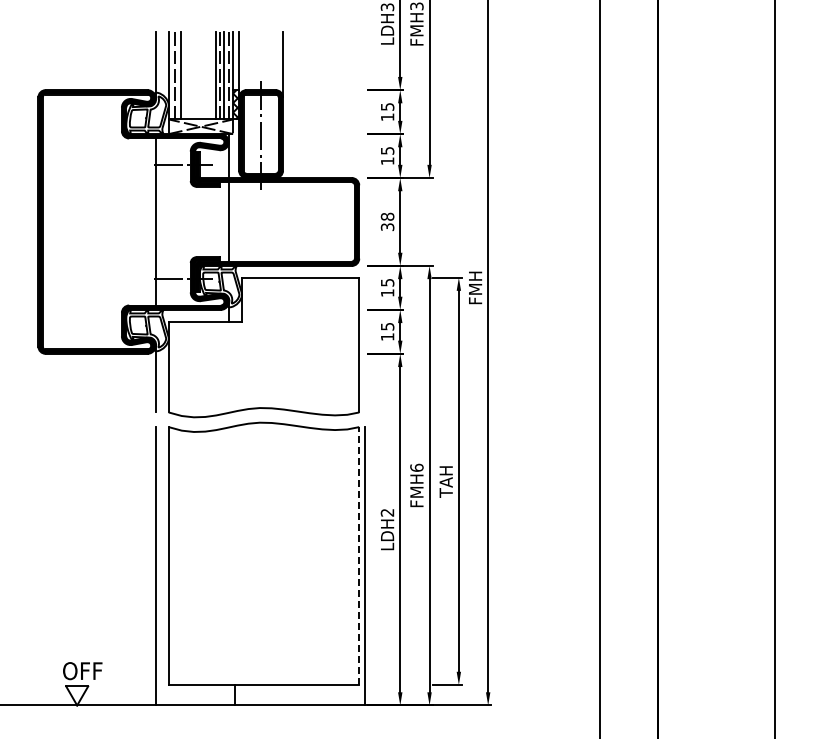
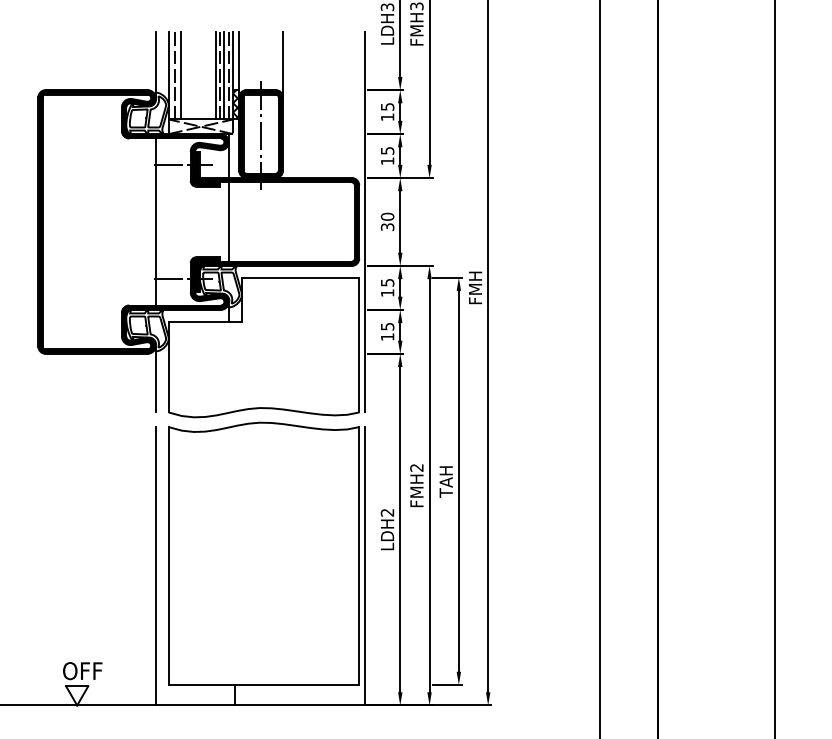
text at (387, 216): 38 -> 30
line at (365, 221): none -> present
text at (416, 467): FMH6 -> FMH2
line at (359, 556): dashed -> solid
